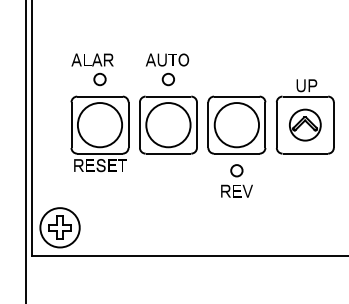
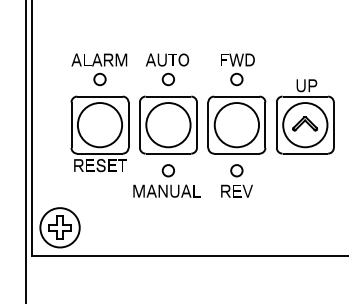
fill at (121, 59): none -> present
part at (237, 69): none -> present
circle at (304, 124) diameter: 31 px -> 44 px
part at (166, 180): none -> present
